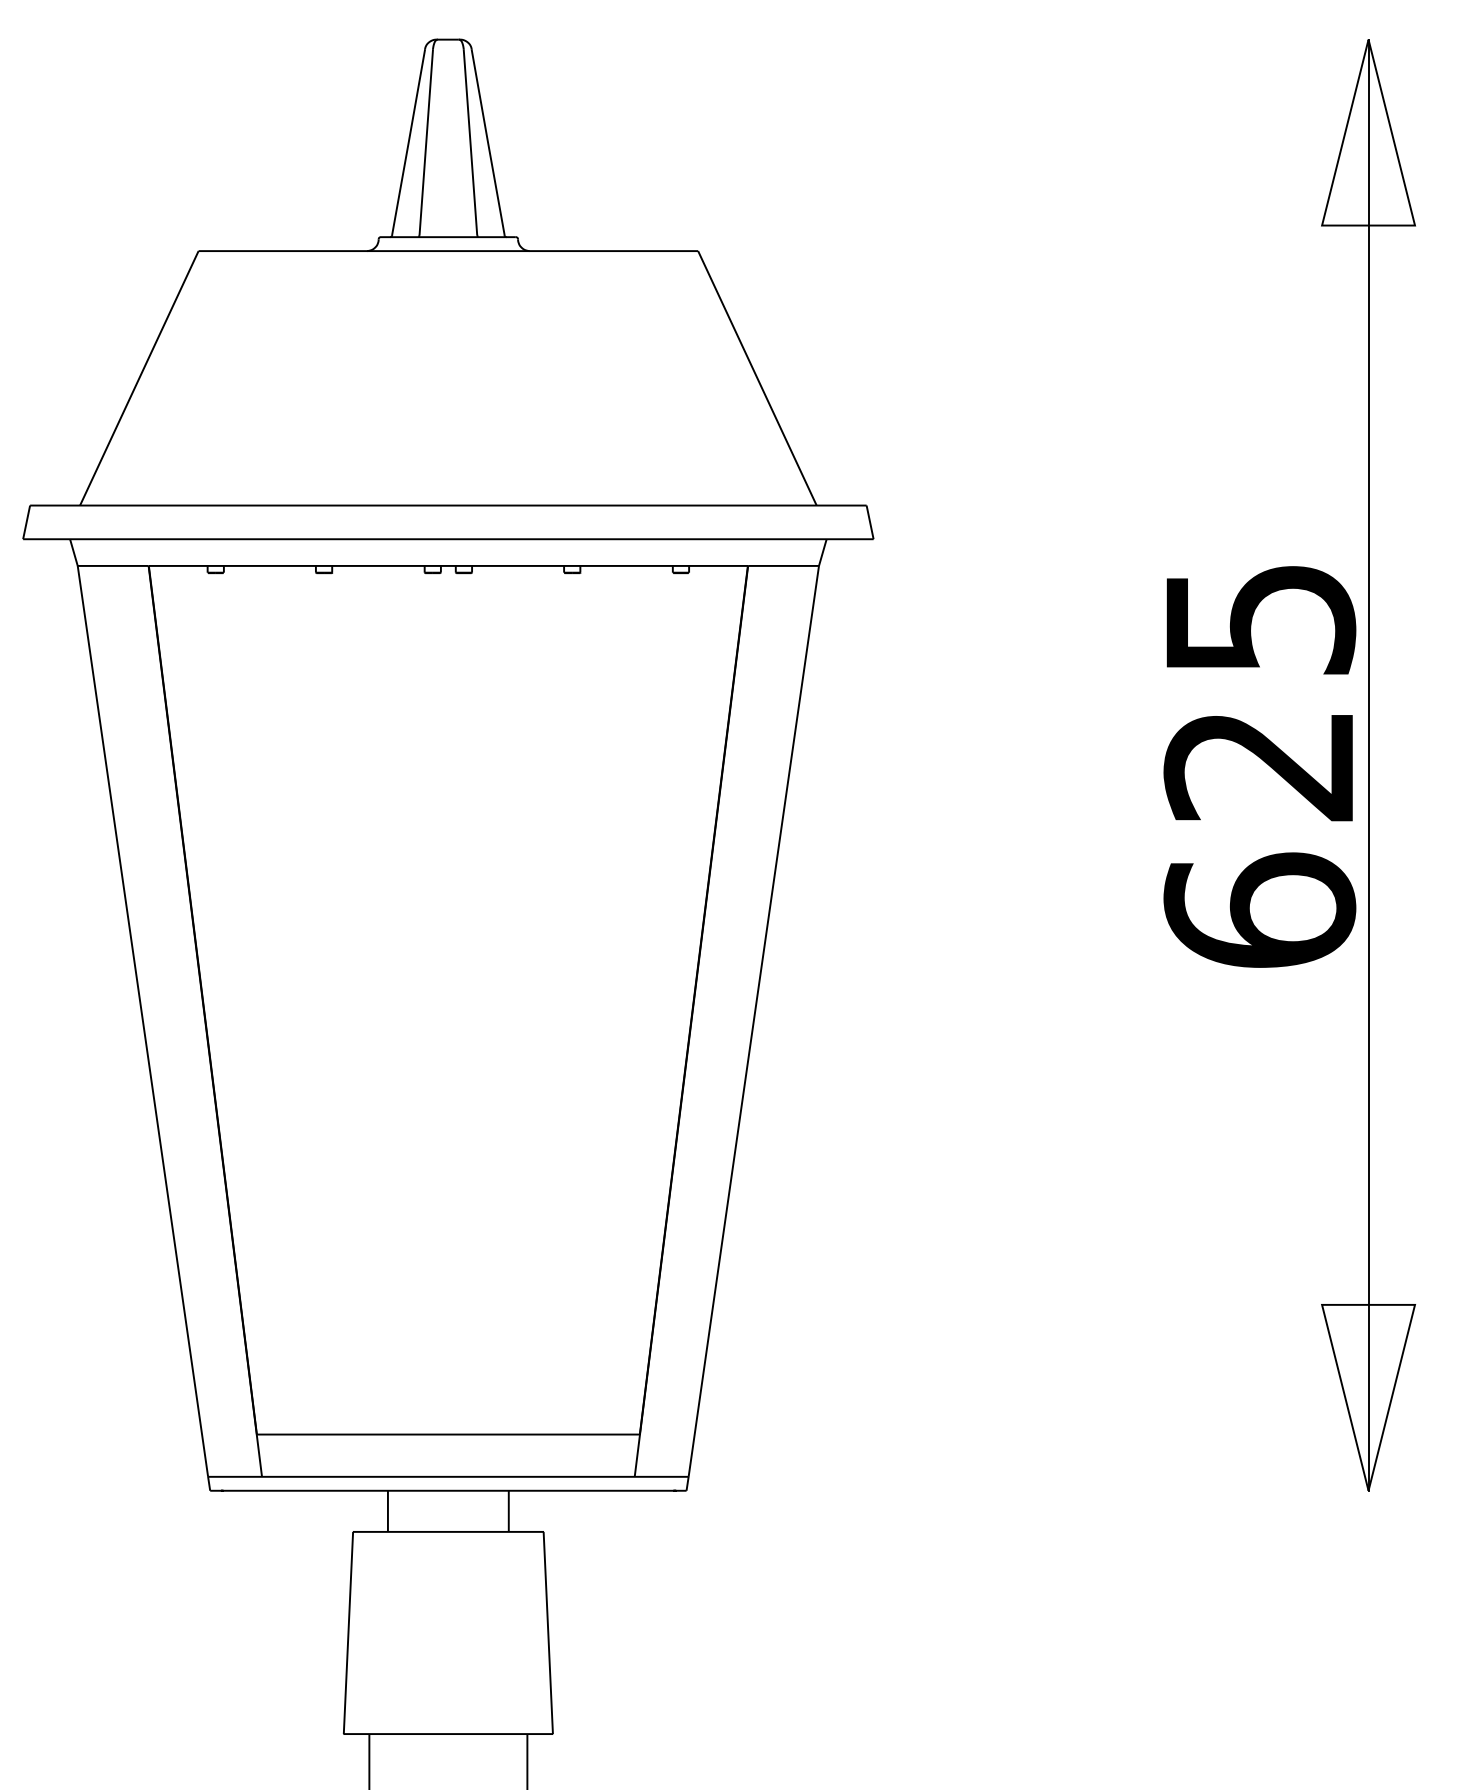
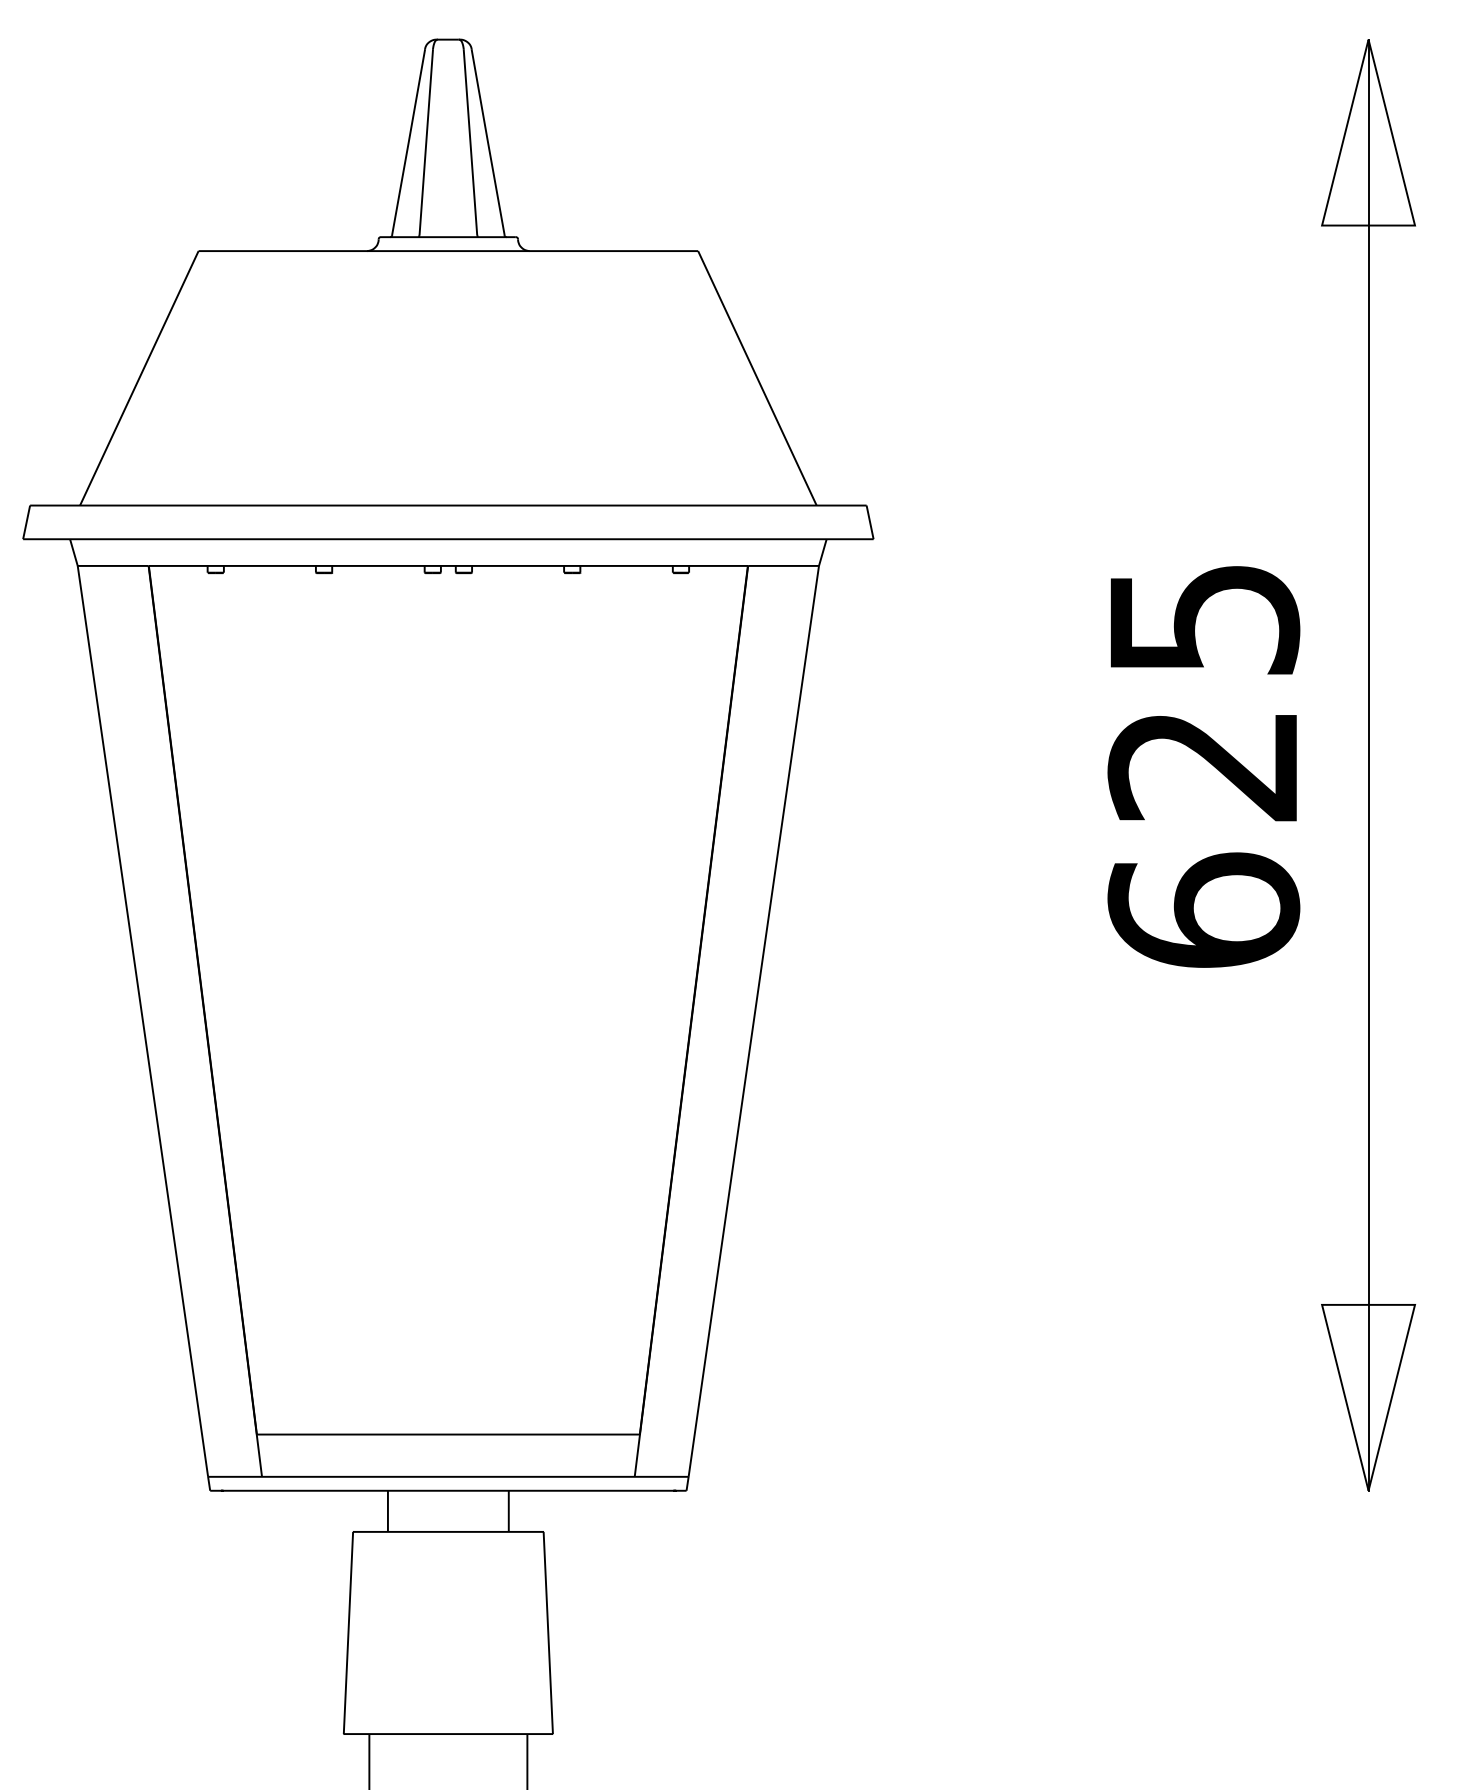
text at (1259, 766) position: (1259, 766) -> (1203, 766)
